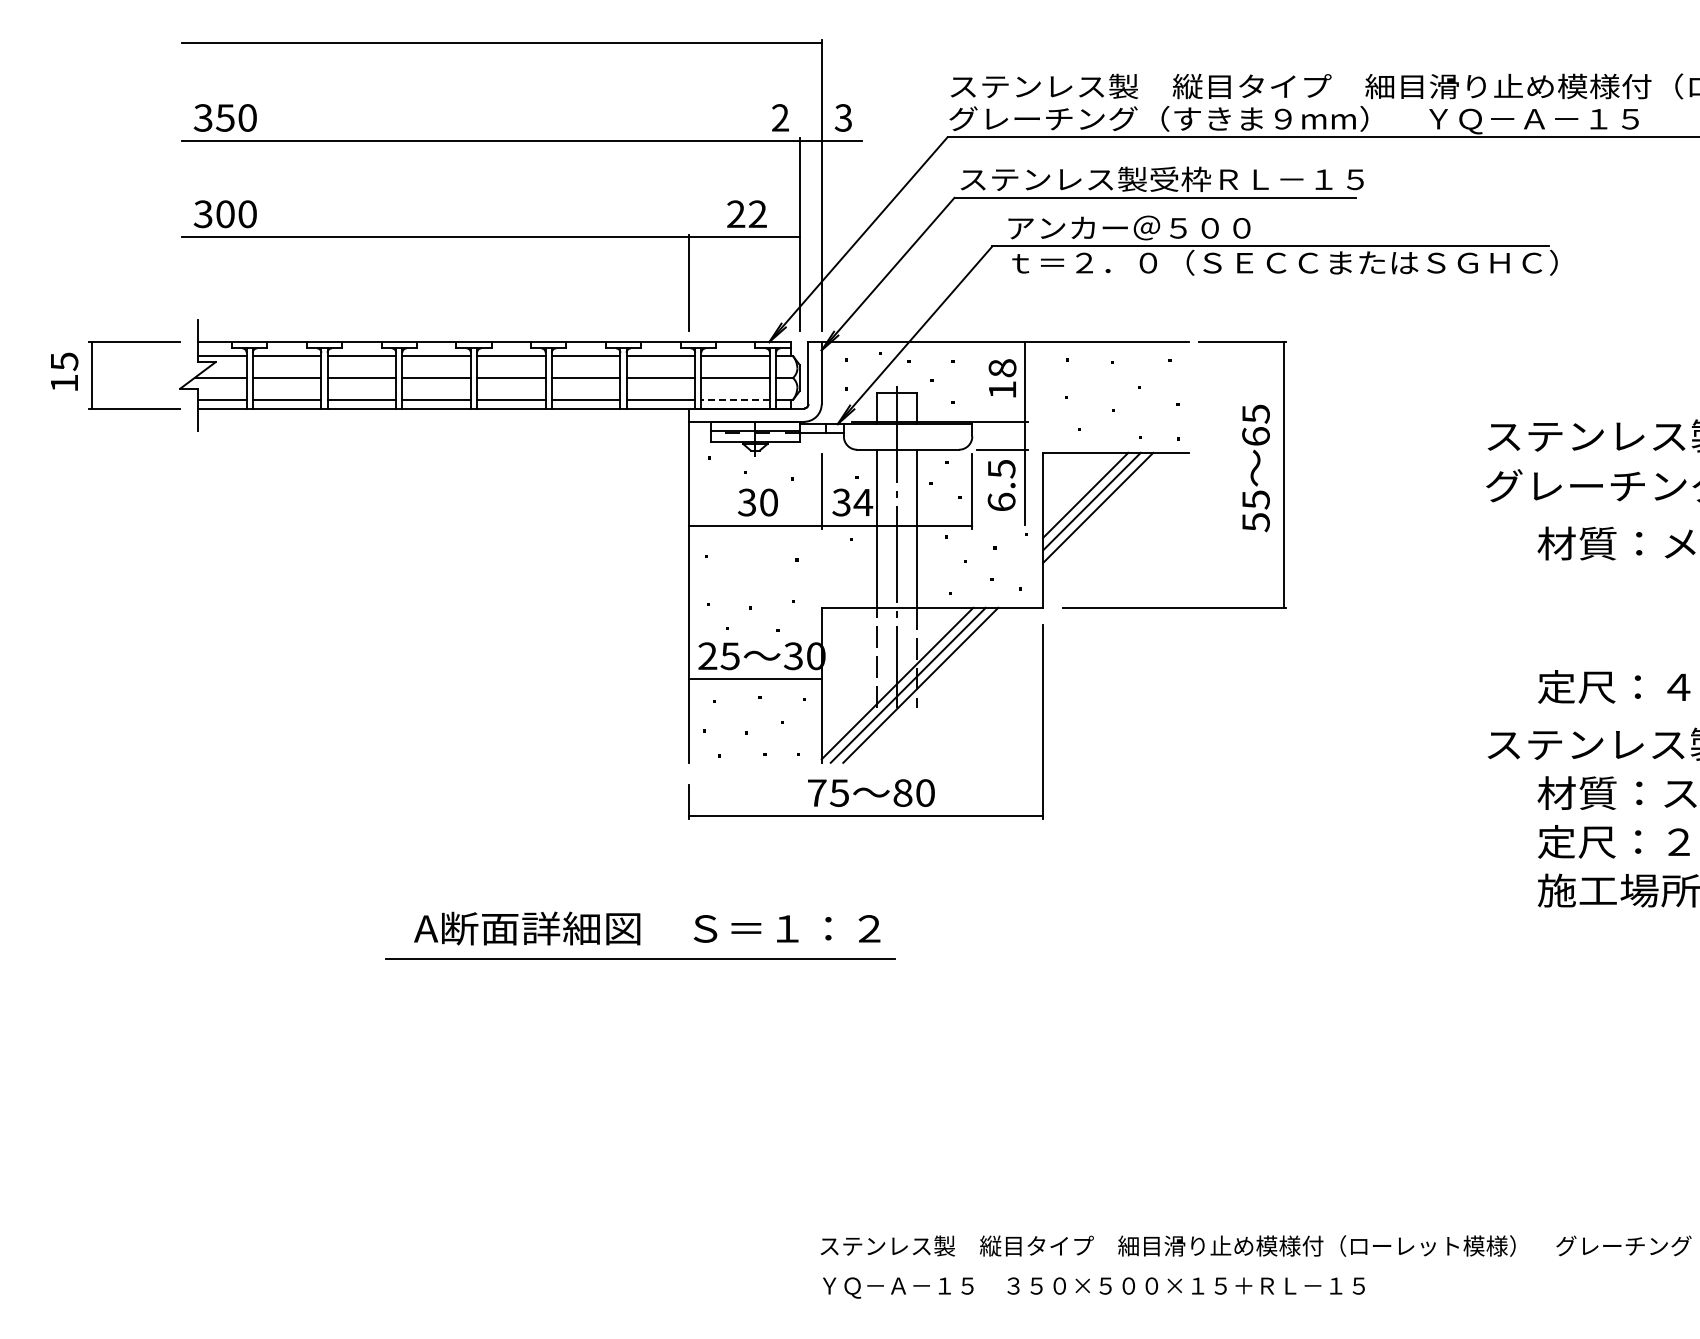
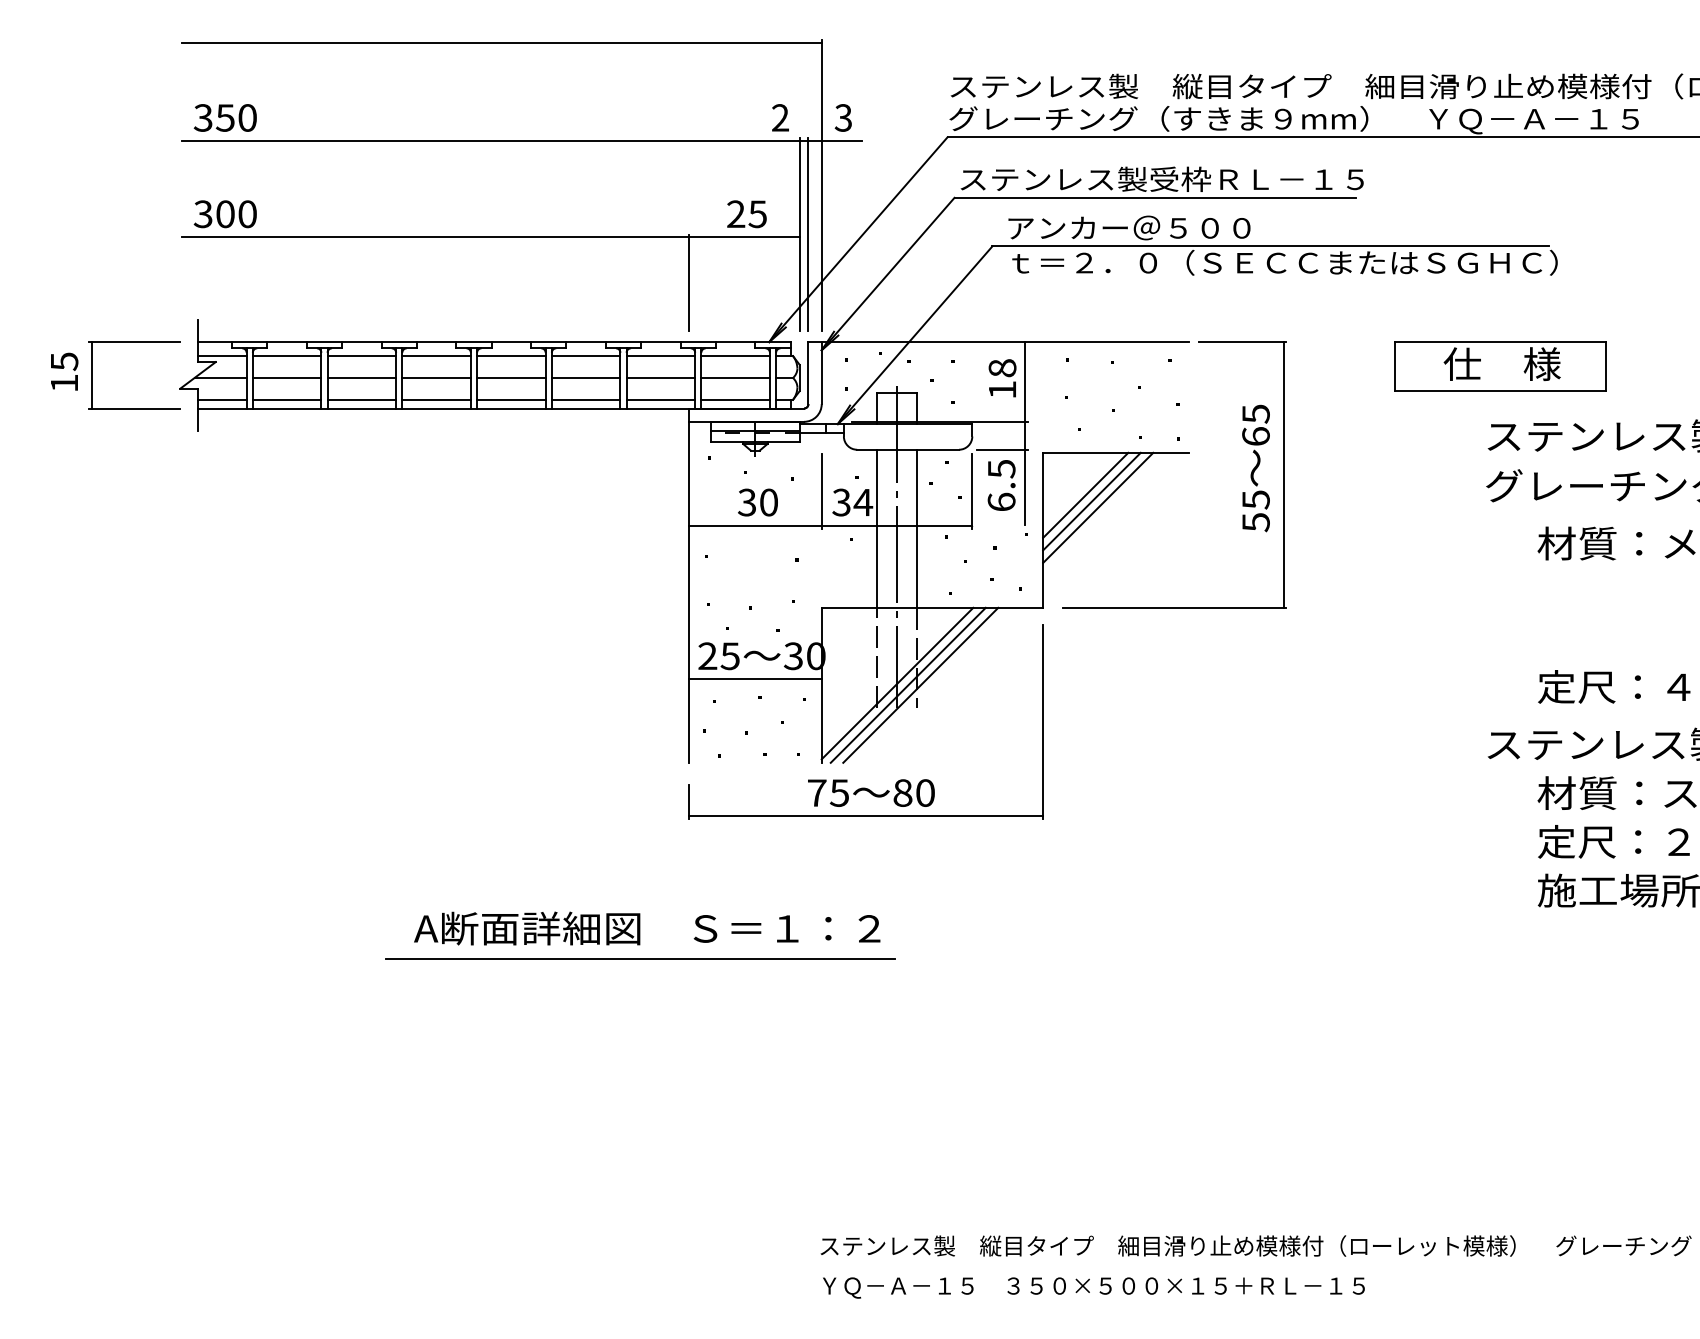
text at (757, 214): 22 -> 25
line at (808, 234): none -> present
part at (1500, 366): none -> present
line at (735, 399): dashed -> solid
